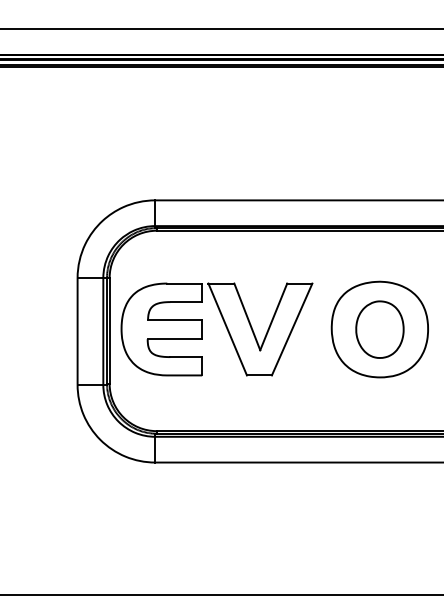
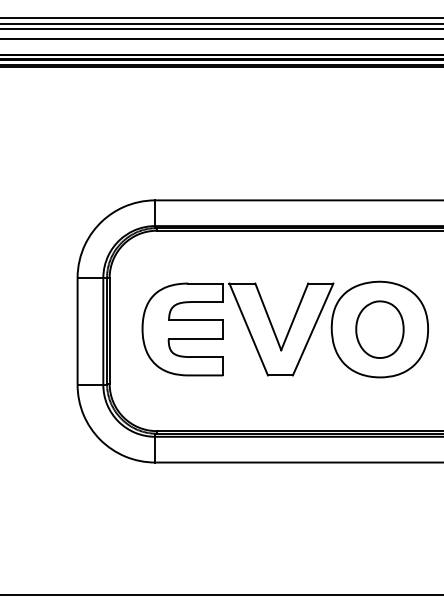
line at (221, 18): none -> present
line at (221, 23): none -> present
line at (221, 38): none -> present
part at (225, 327) position: (225, 327) -> (246, 327)
